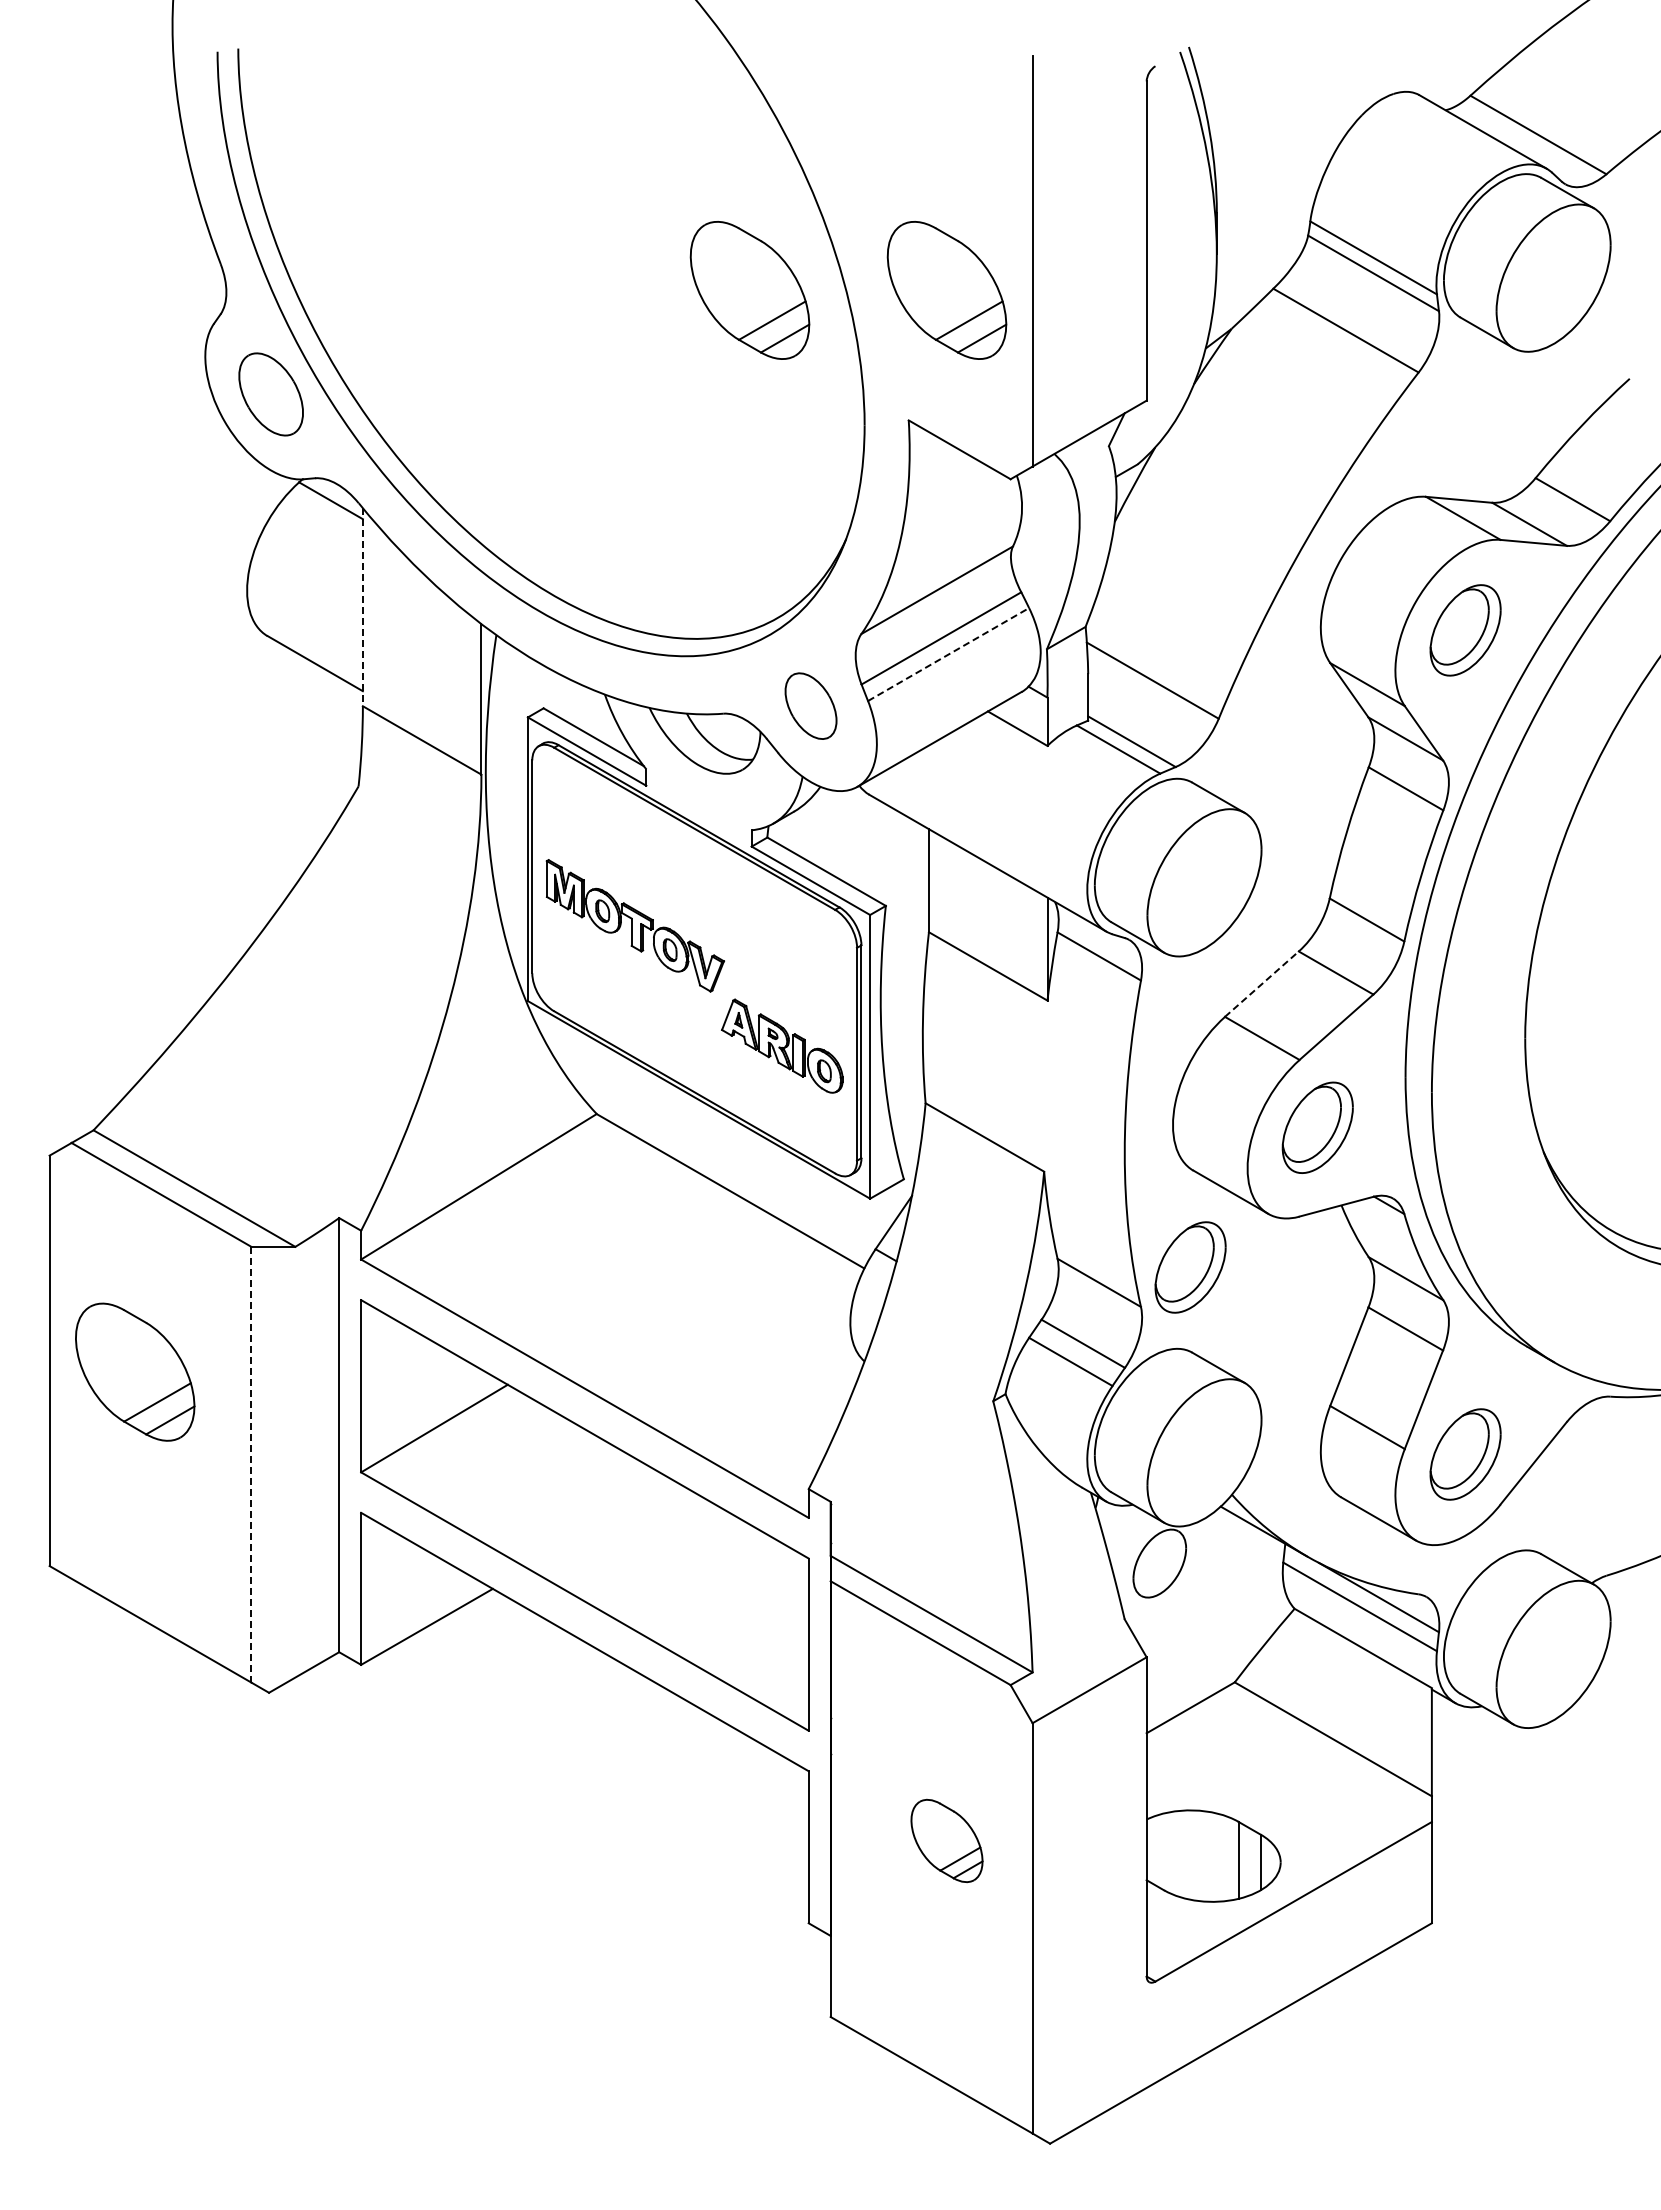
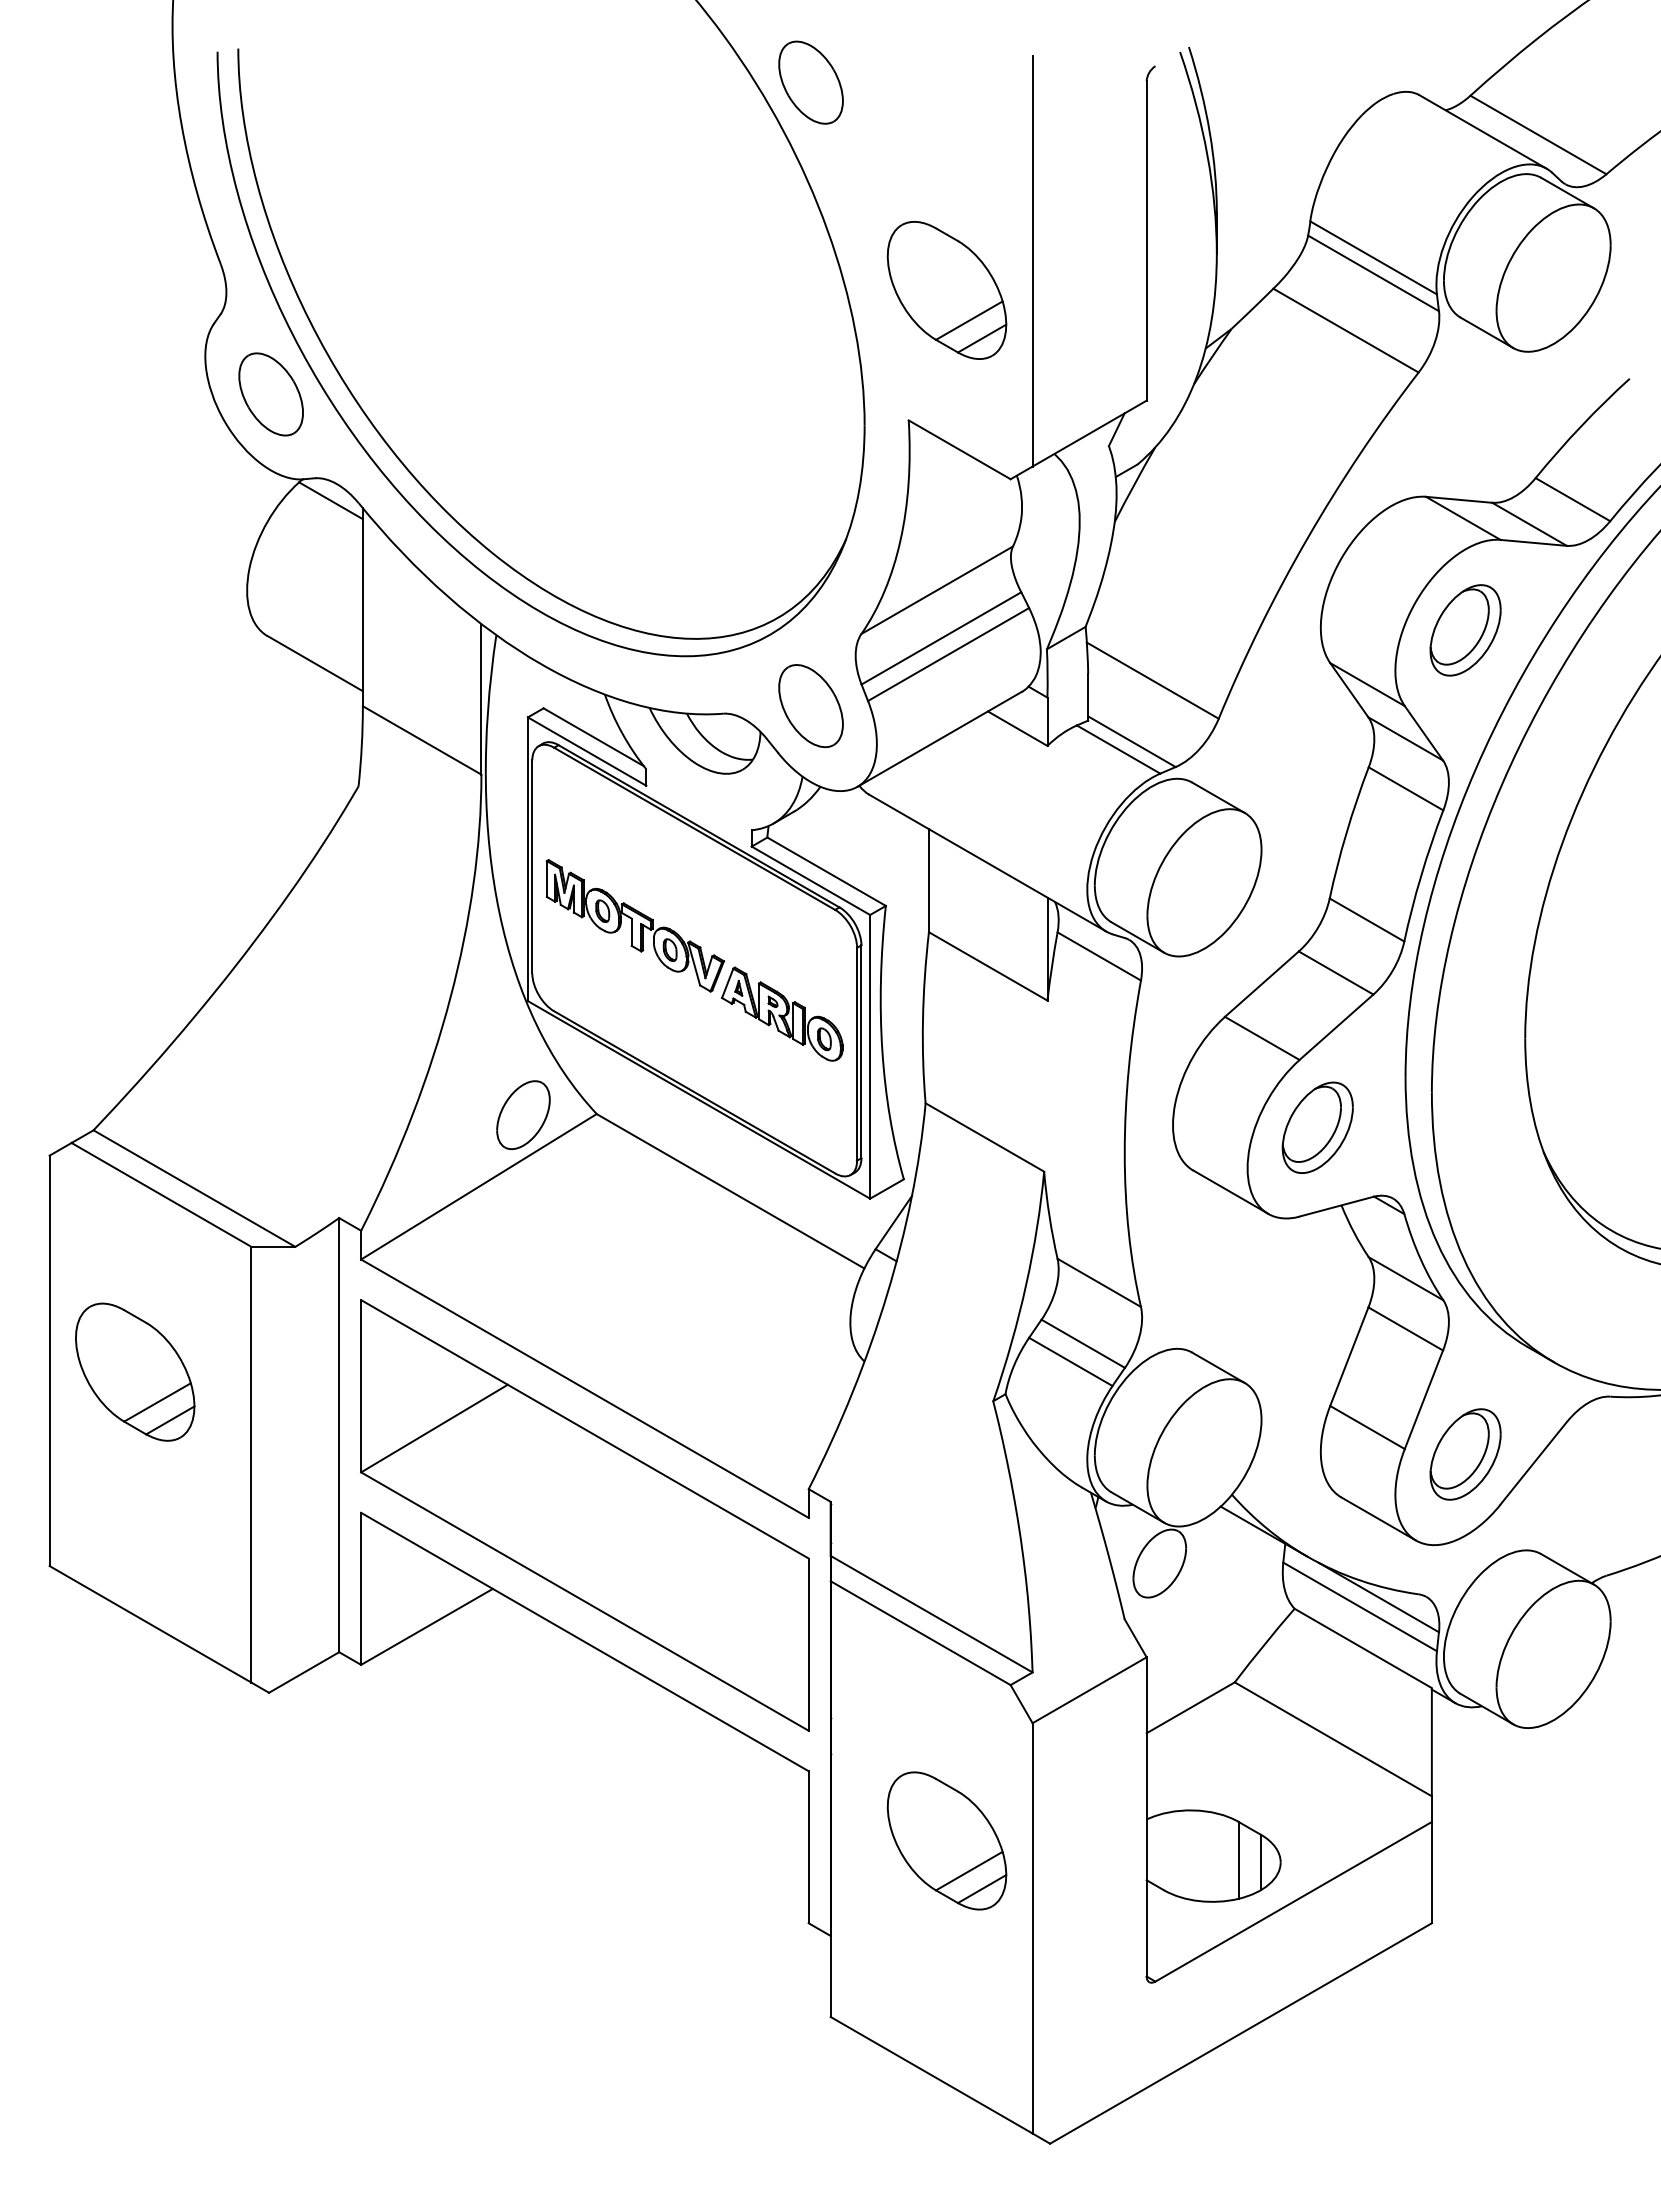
part at (810, 82): none -> present
part at (749, 290): present -> none
line at (362, 607): dashed -> solid
line at (948, 654): dashed -> solid
part at (810, 705) size: 54x68 px -> 66x85 px
line at (1262, 983): dashed -> solid
part at (782, 1045) position: (782, 1045) -> (782, 1013)
part at (523, 1115): none -> present
part at (1190, 1267): present -> none
line at (251, 1464): dashed -> solid
part at (946, 1840) size: 74x86 px -> 122x140 px
